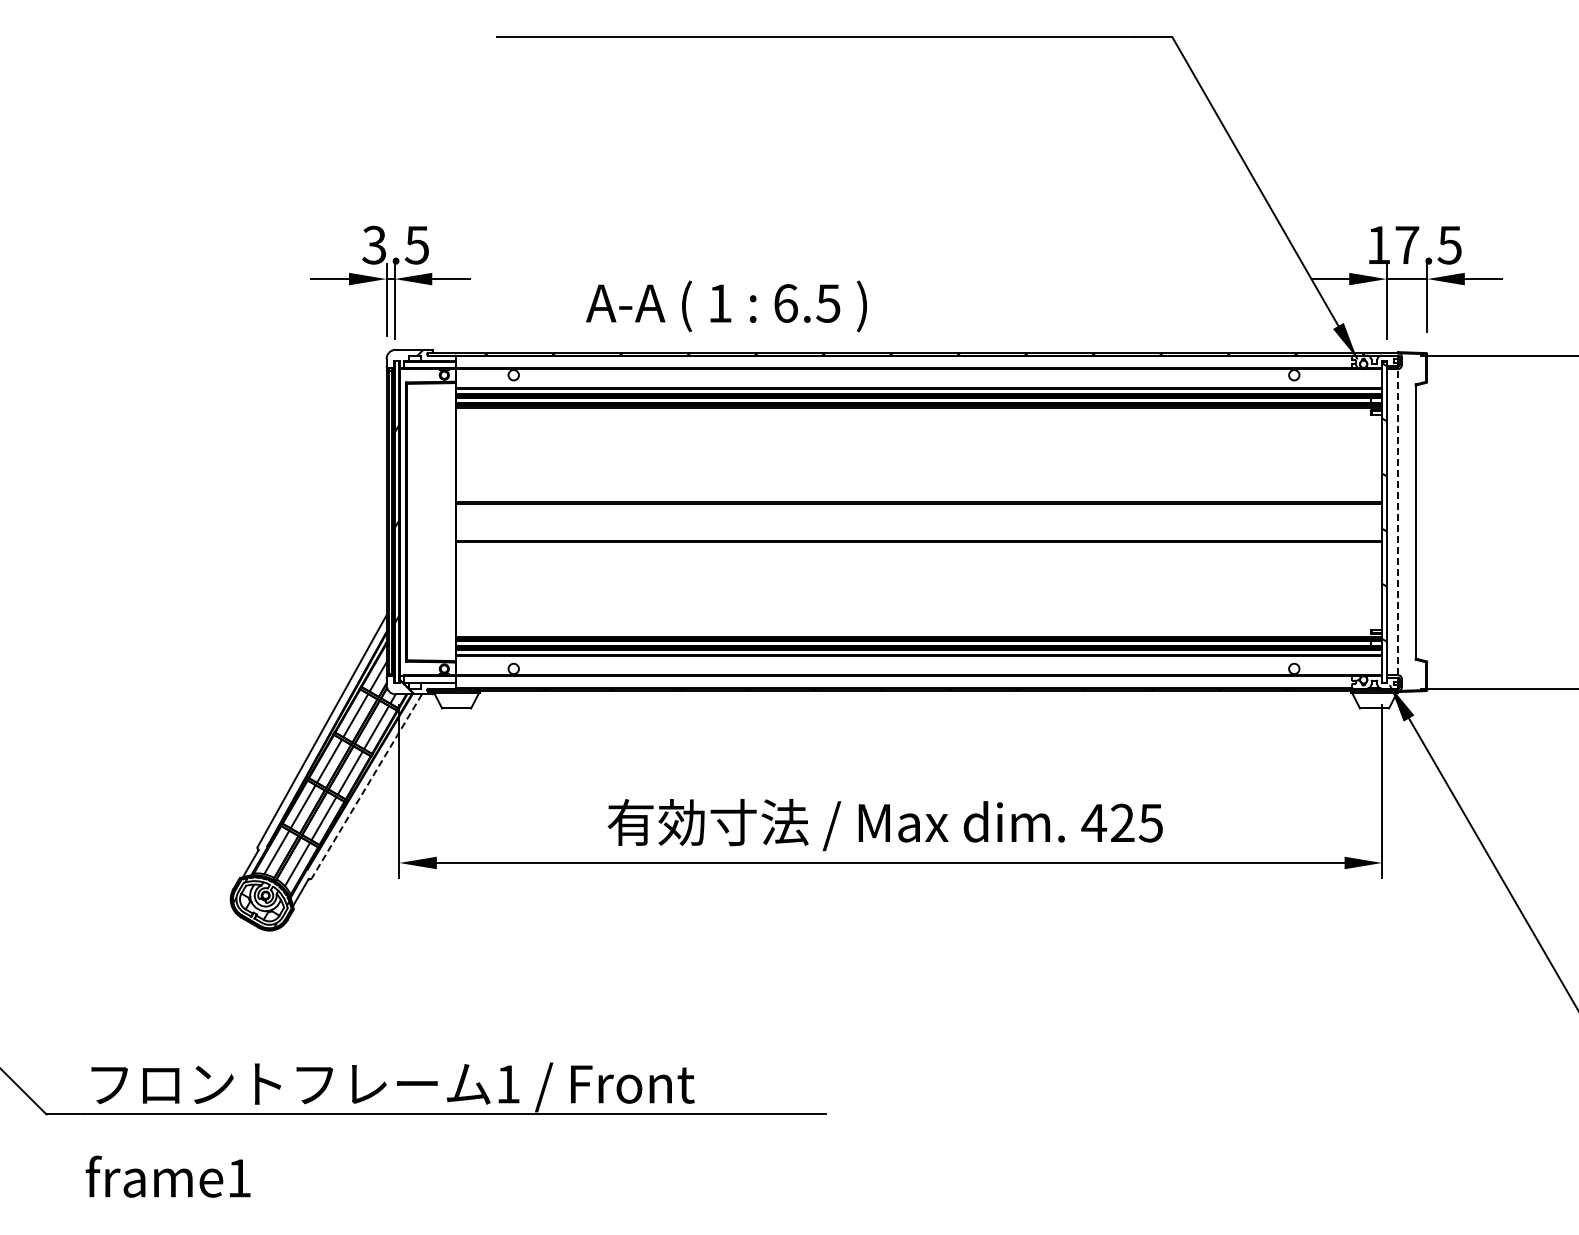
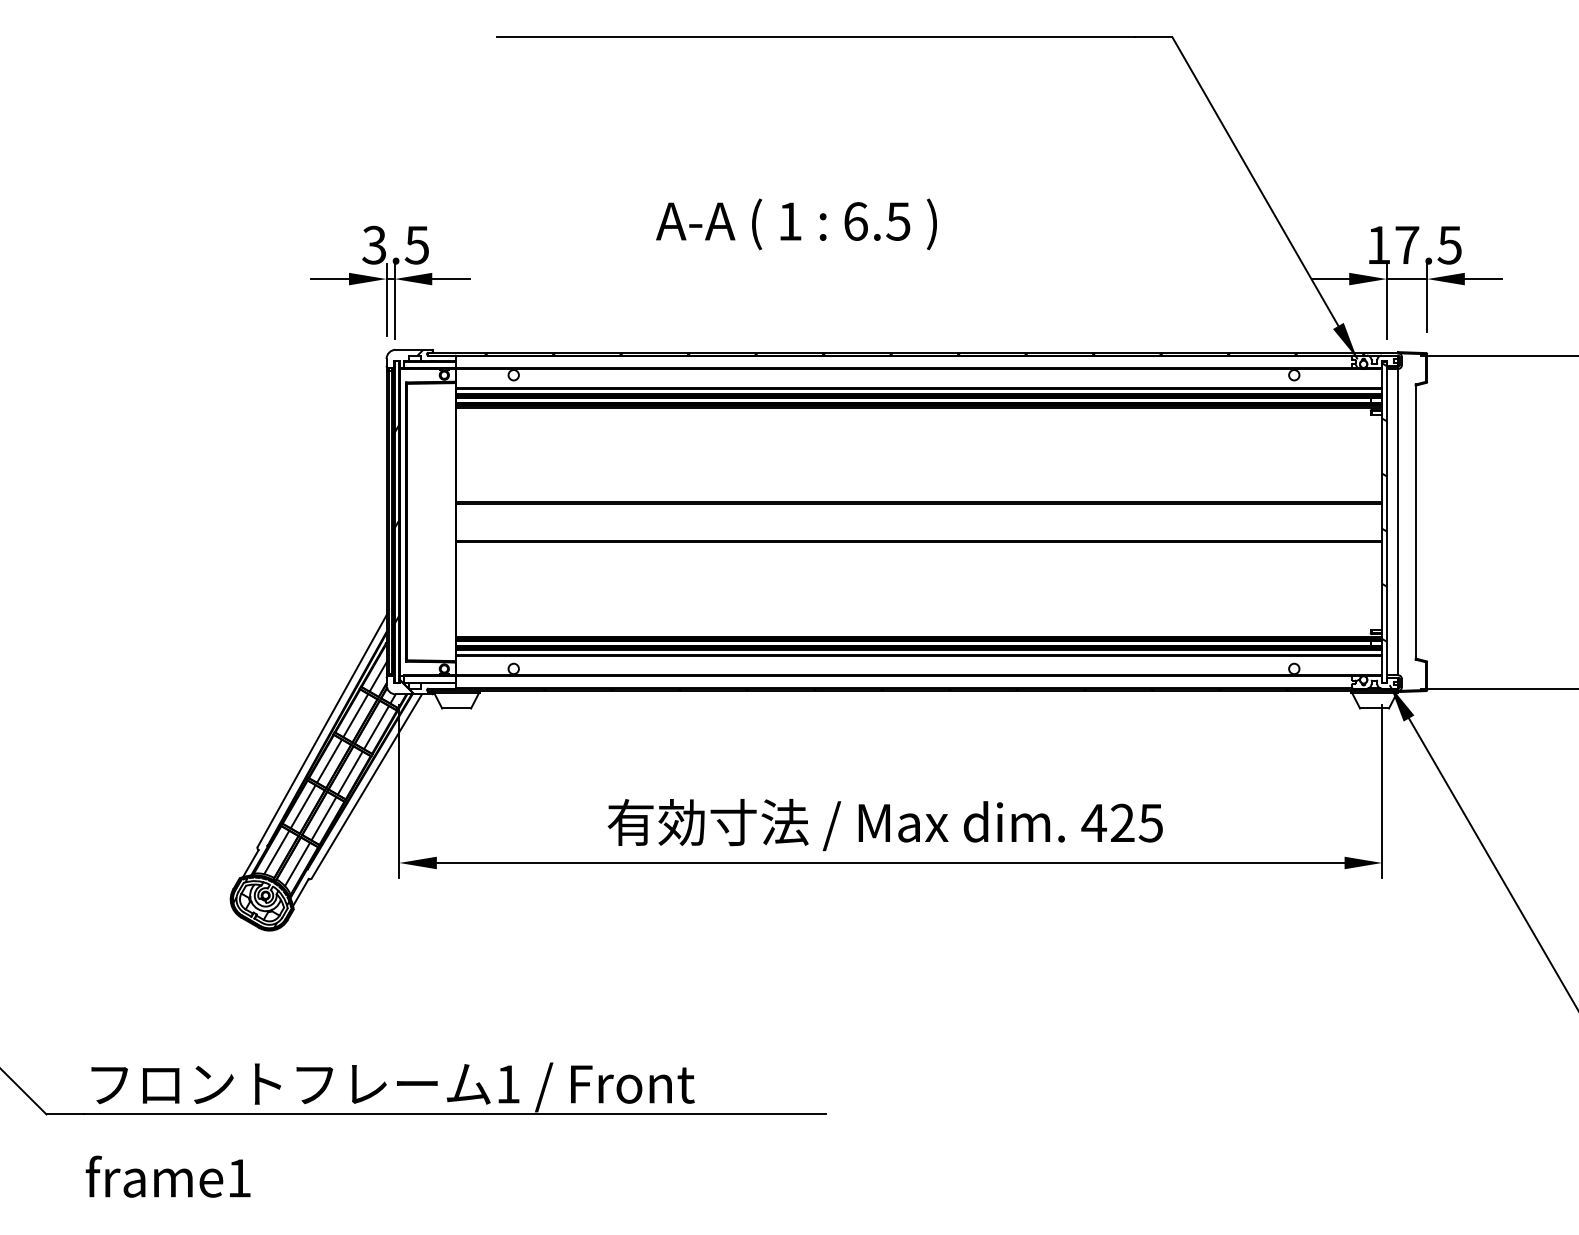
text at (726, 306) position: (726, 306) -> (796, 224)
line at (1398, 521): dashed -> solid
line at (366, 786): dashed -> solid
